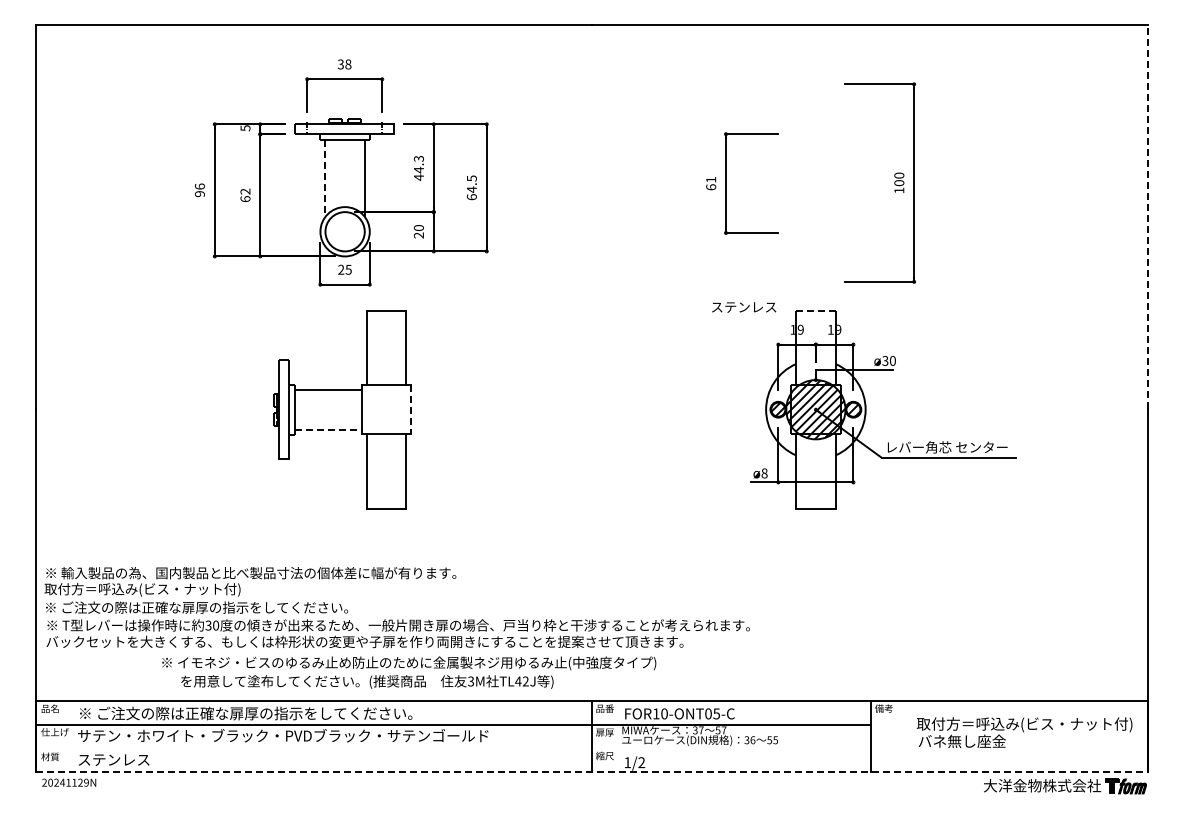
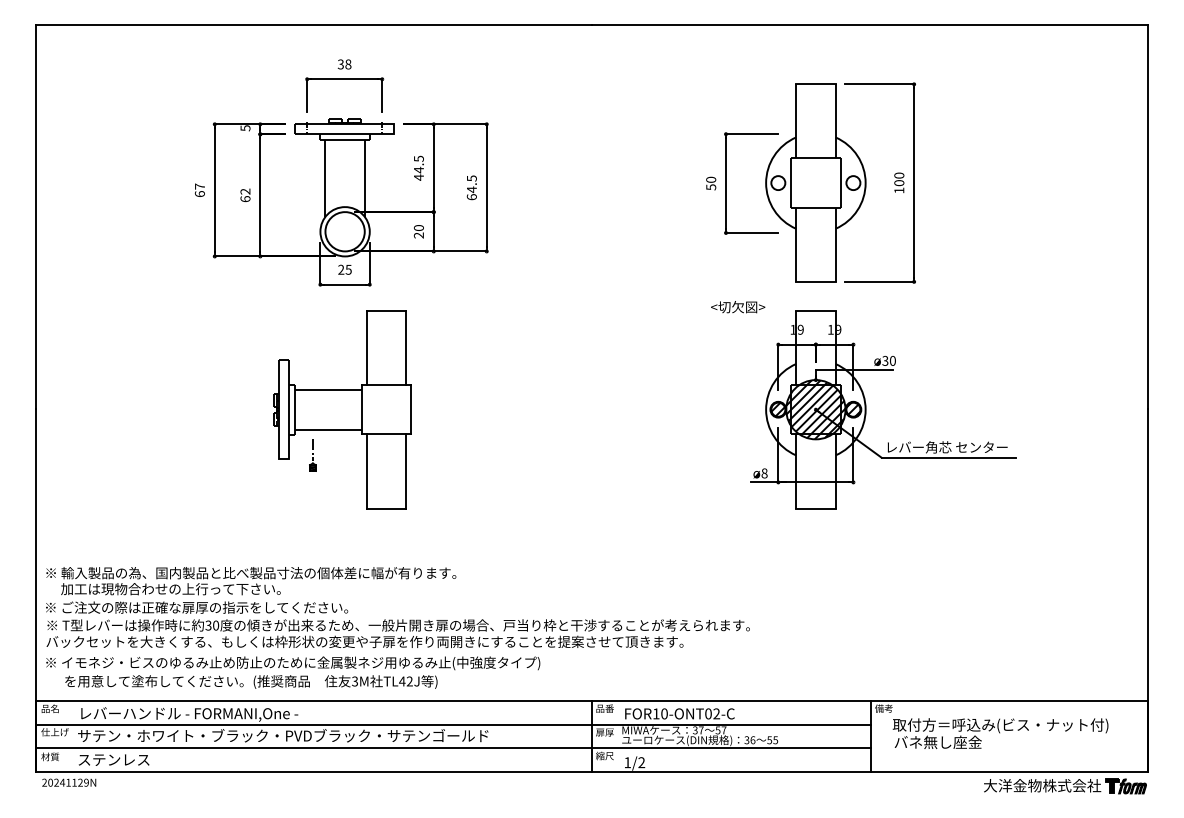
text at (417, 158): 44.3 -> 44.5
line at (325, 179): dashed -> solid
part at (815, 182): none -> present
text at (711, 183): 61 -> 50
text at (199, 190): 96 -> 67
line at (1148, 216): dashed -> solid
text at (743, 307): ステンレス -> <切欠図>
line at (815, 310): dashed -> solid
line at (410, 409): dashed -> solid
line at (328, 429): dashed -> solid
part at (312, 455): none -> present
text at (162, 589): 取付方＝呼込み(ビス・ナット付) -> 加工は現物合わせの上行って下さい。
text at (409, 672) position: (409, 672) -> (293, 672)
text at (246, 713): ※ ご注文の際は正確な扉厚の指示をしてください。 -> レバーハンドル - FORMANI,One -
text at (716, 713): FOR10-ONT05-C -> FOR10-ONT02-C
text at (1024, 732) position: (1024, 732) -> (1000, 733)
line at (452, 748): none -> present
line at (592, 772): dashed -> solid
